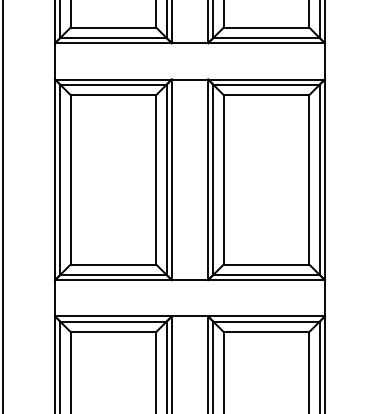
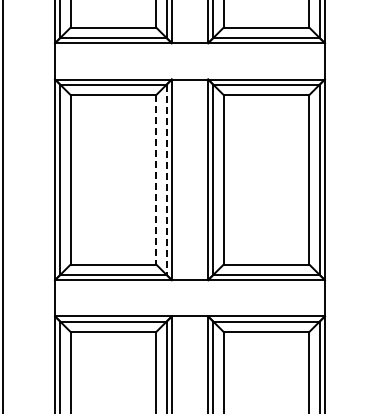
line at (156, 179): solid -> dashed
line at (166, 180): solid -> dashed
